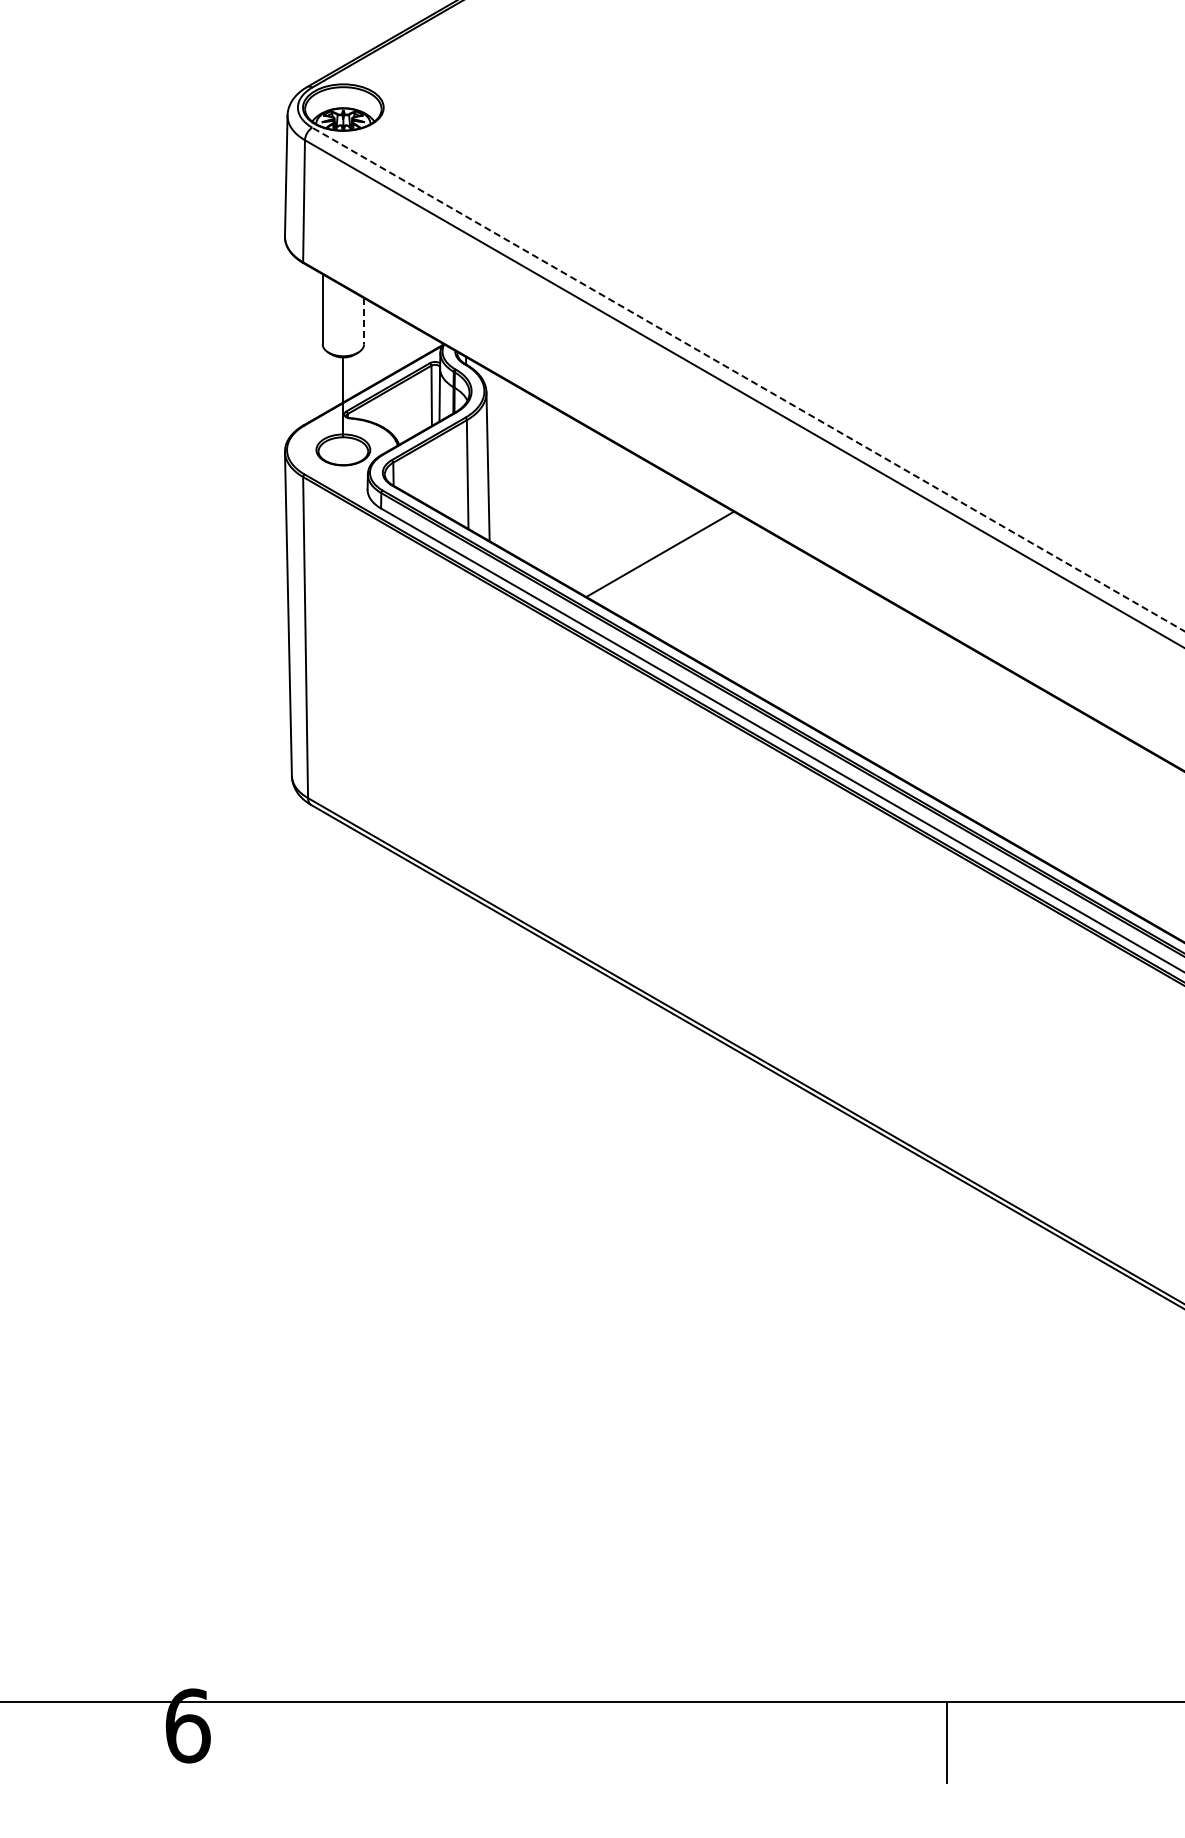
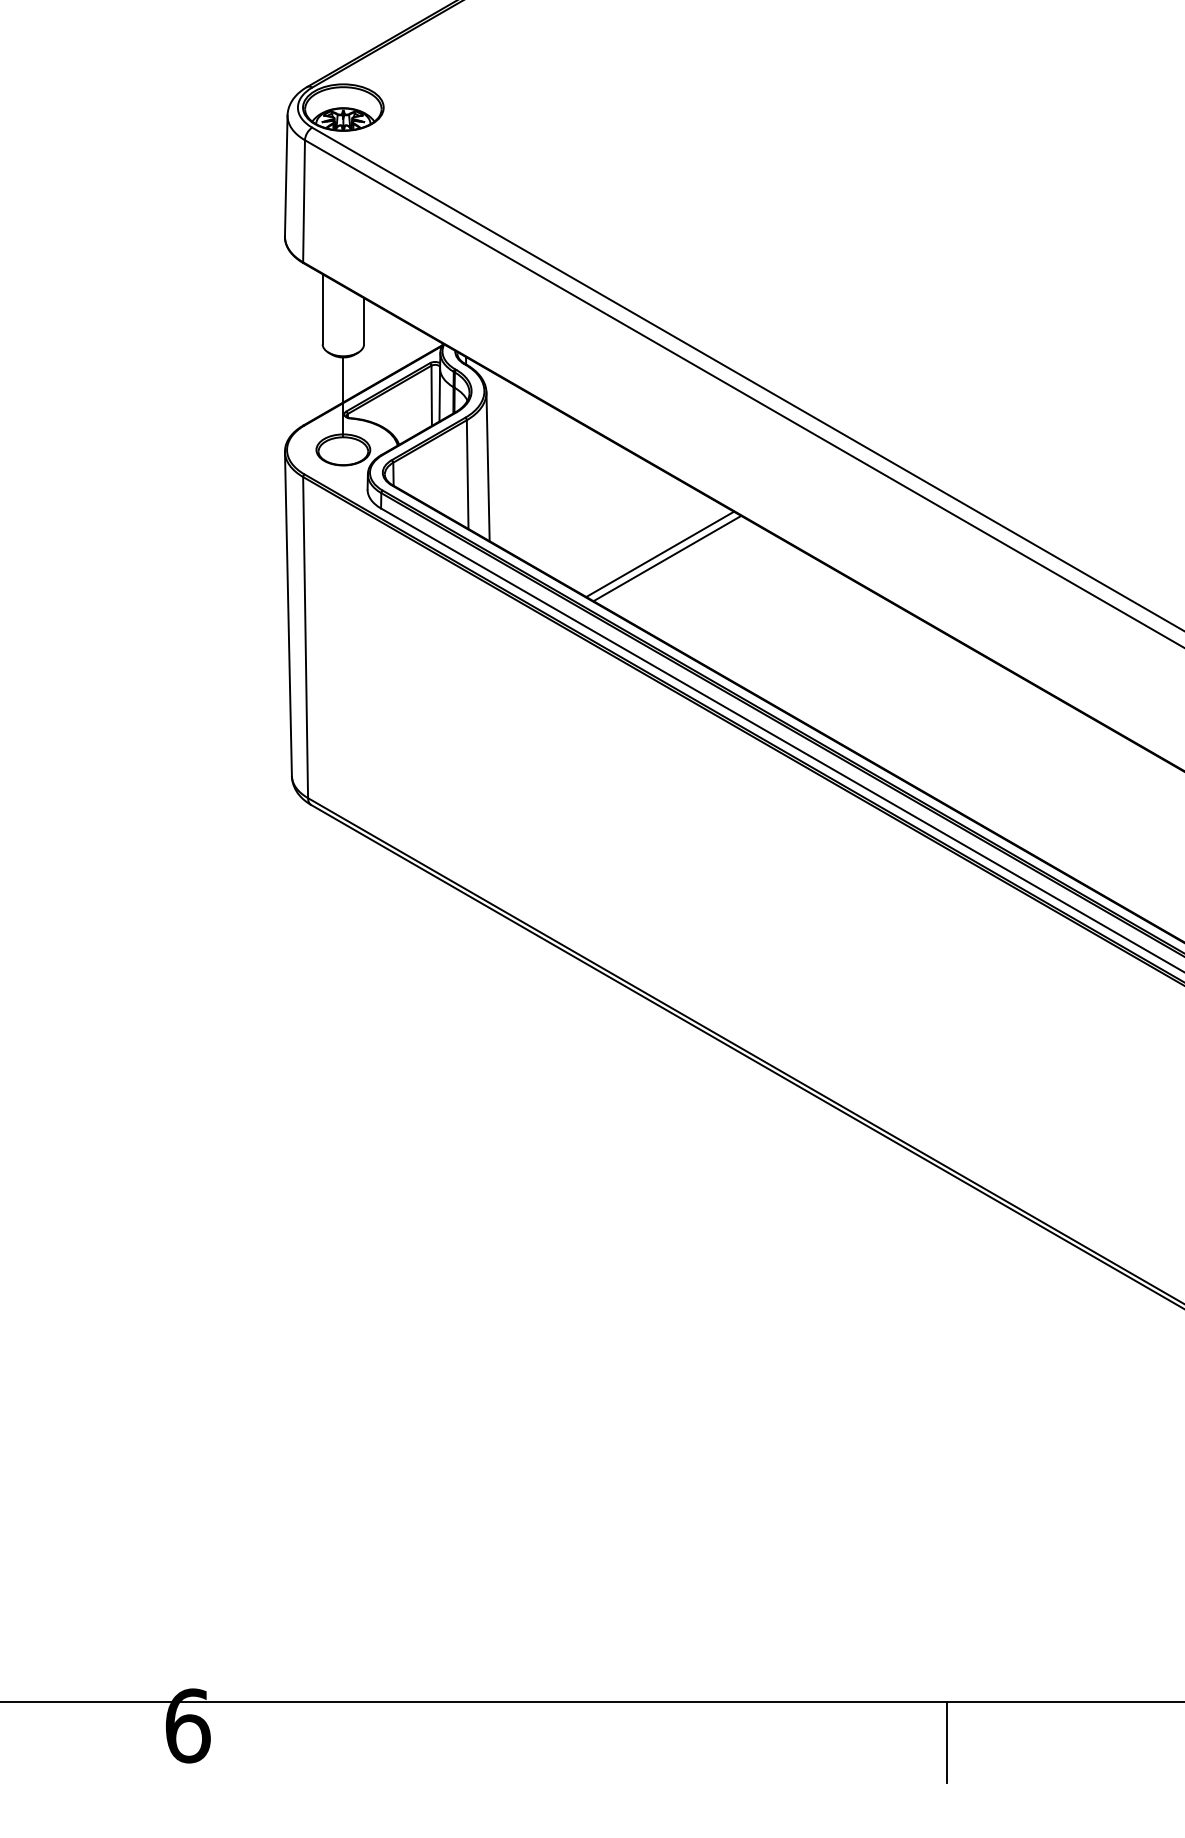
line at (364, 321): dashed -> solid
line at (747, 379): dashed -> solid
line at (667, 558): none -> present
